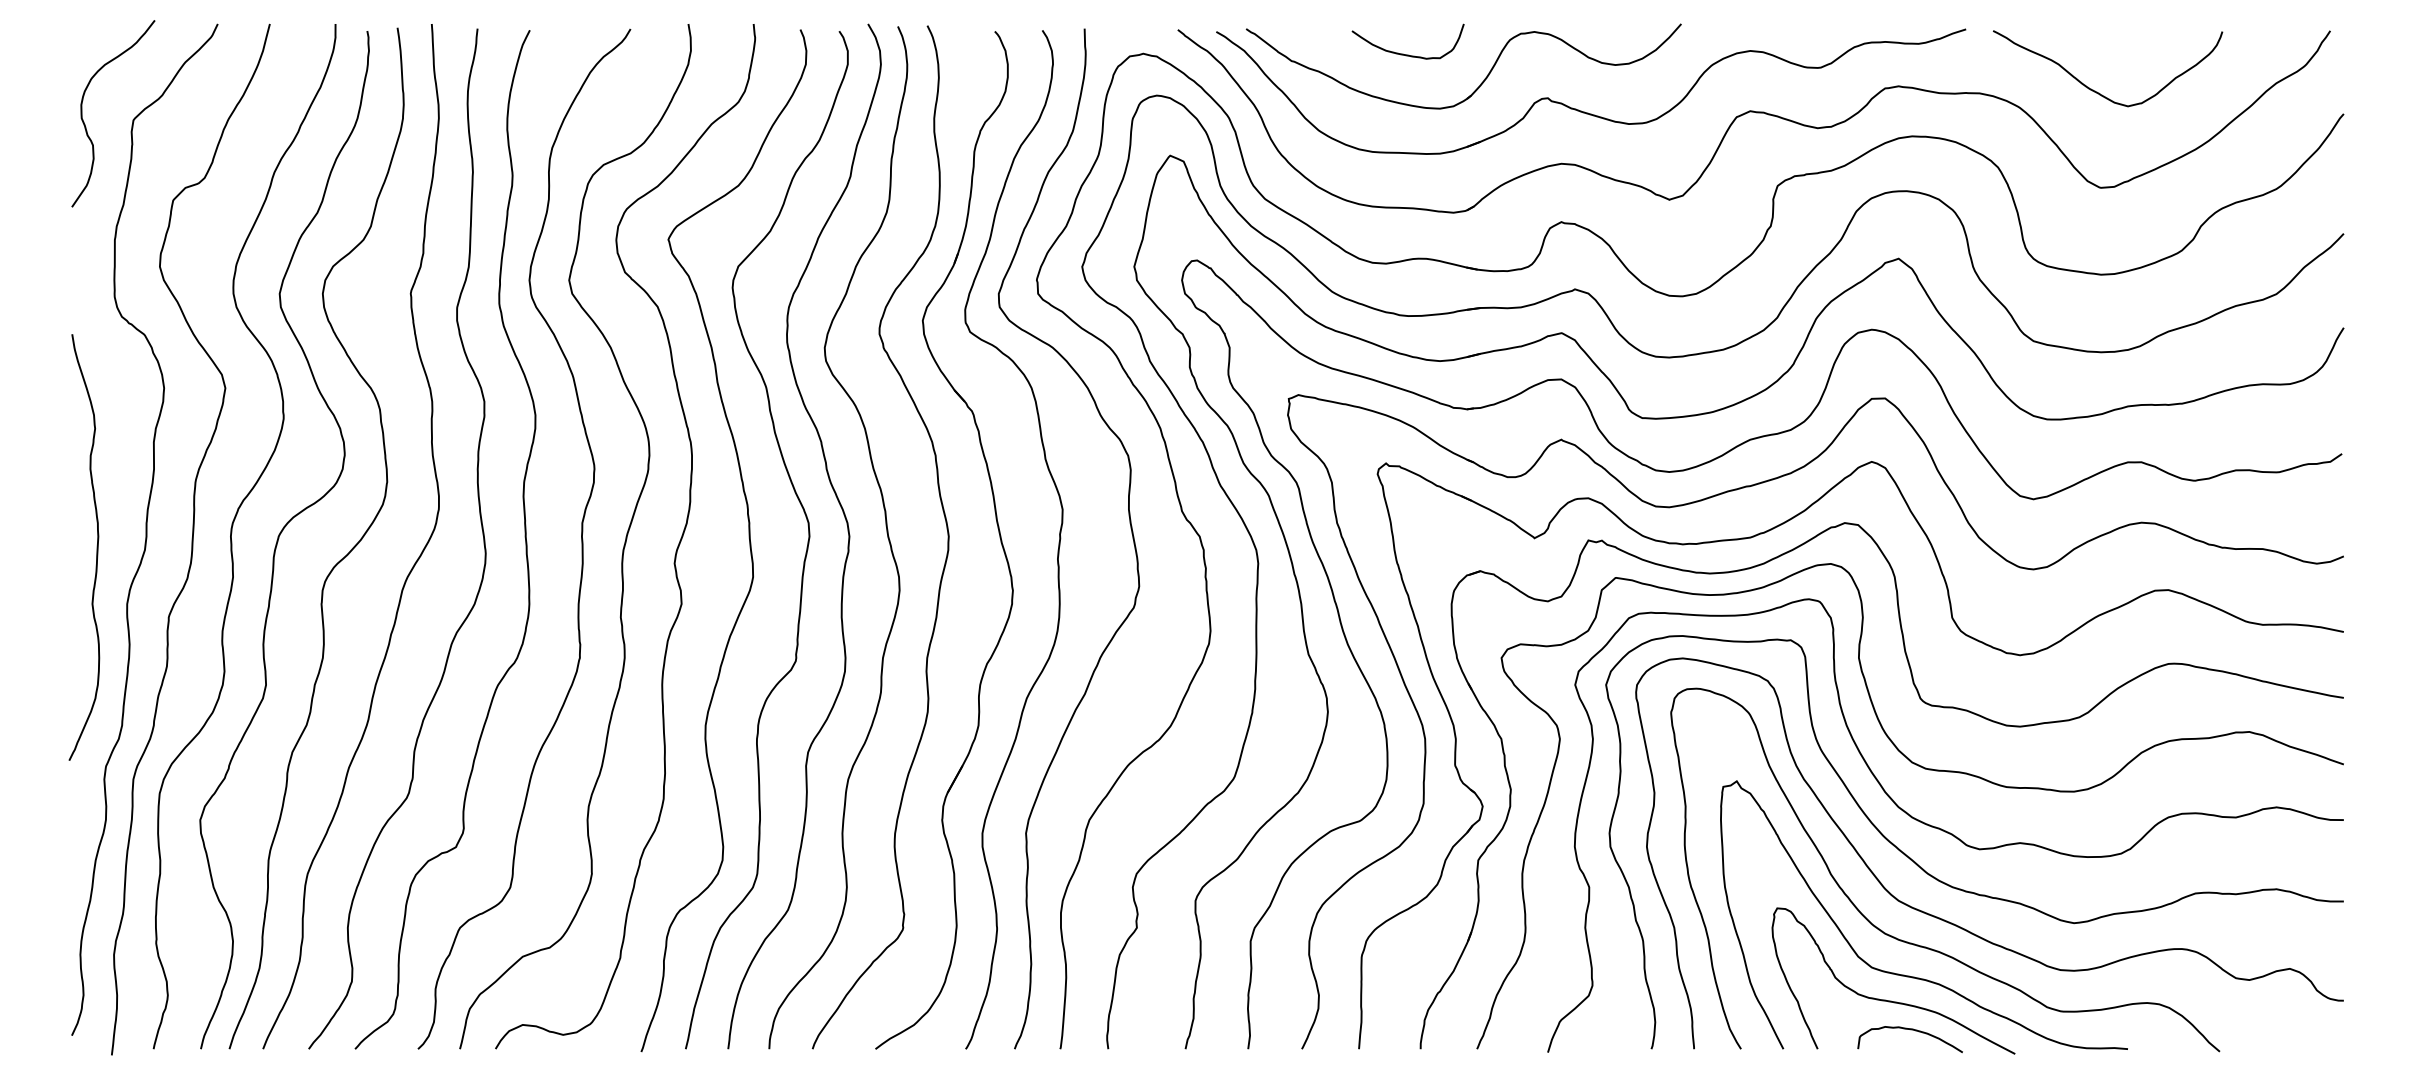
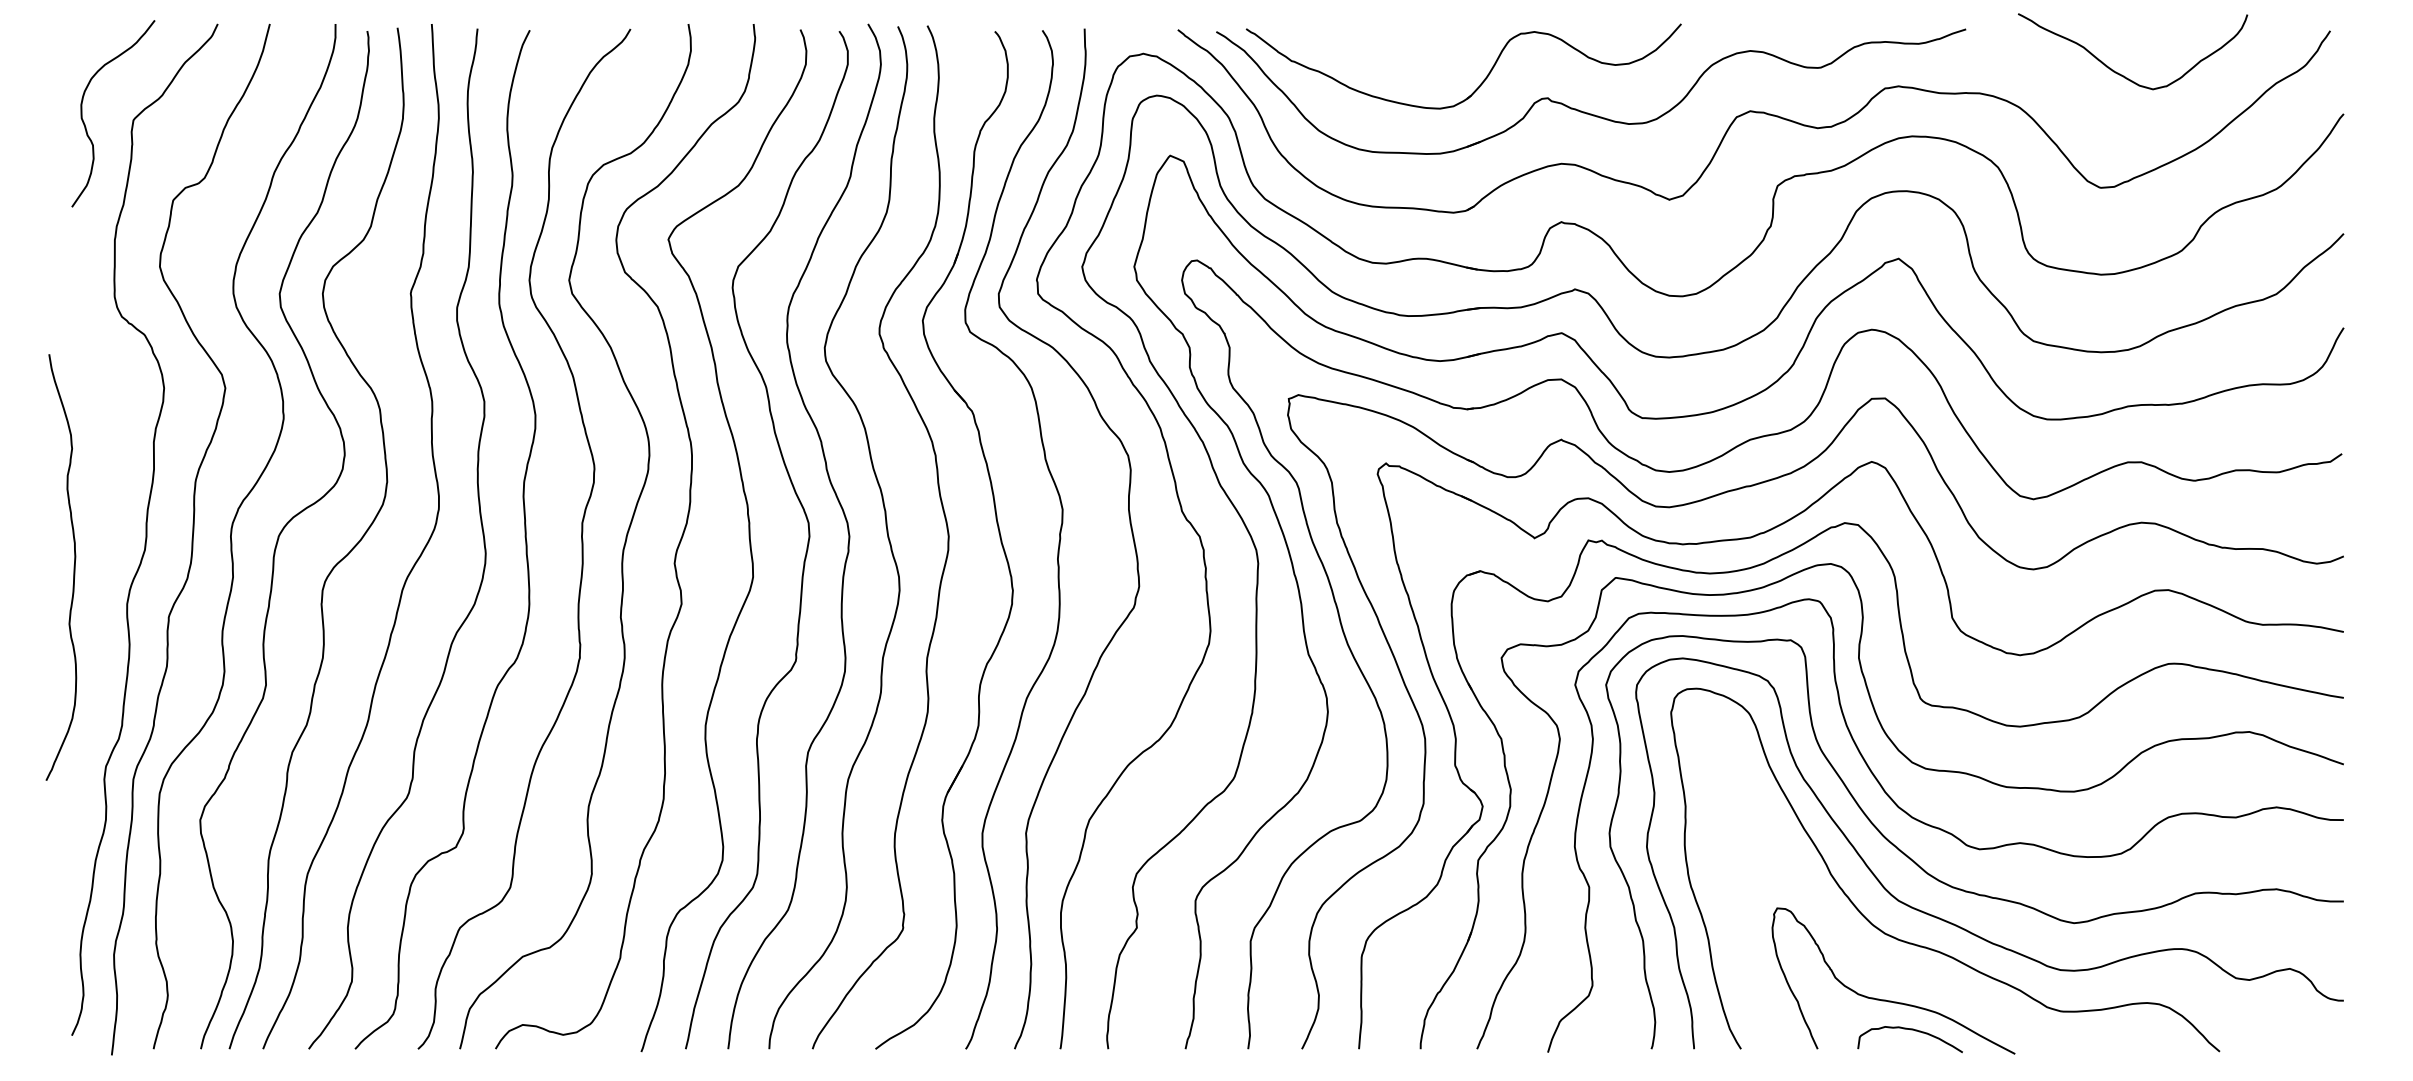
curve at (1403, 53): present -> none
curve at (2097, 91) position: (2097, 91) -> (2122, 74)
curve at (96, 547) position: (96, 547) -> (73, 567)
curve at (1909, 975): present -> none
